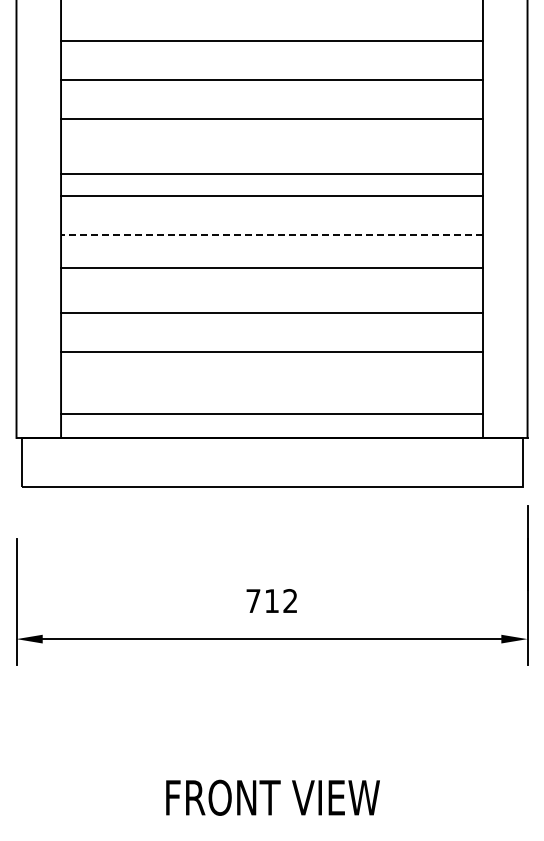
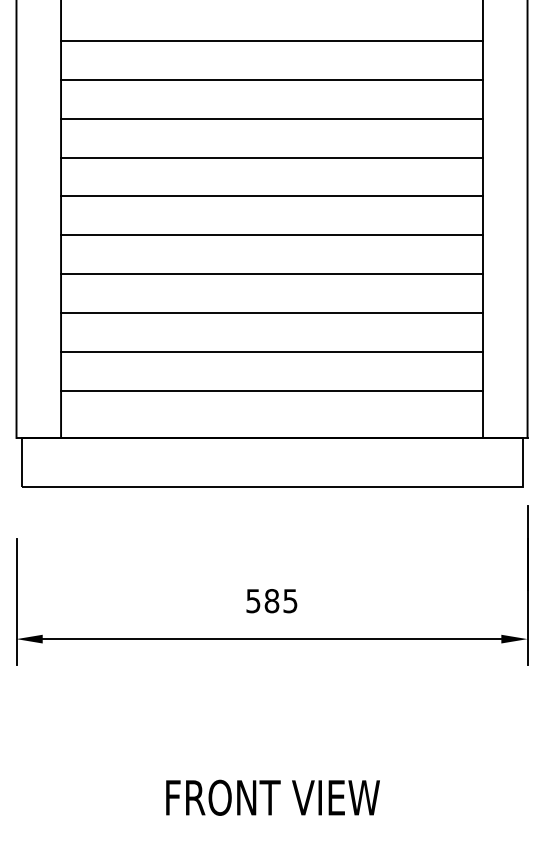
line at (272, 173) position: (272, 173) -> (272, 157)
line at (272, 235): dashed -> solid
line at (272, 268) position: (272, 268) -> (272, 274)
line at (272, 413) position: (272, 413) -> (272, 390)
text at (271, 601): 712 -> 585
